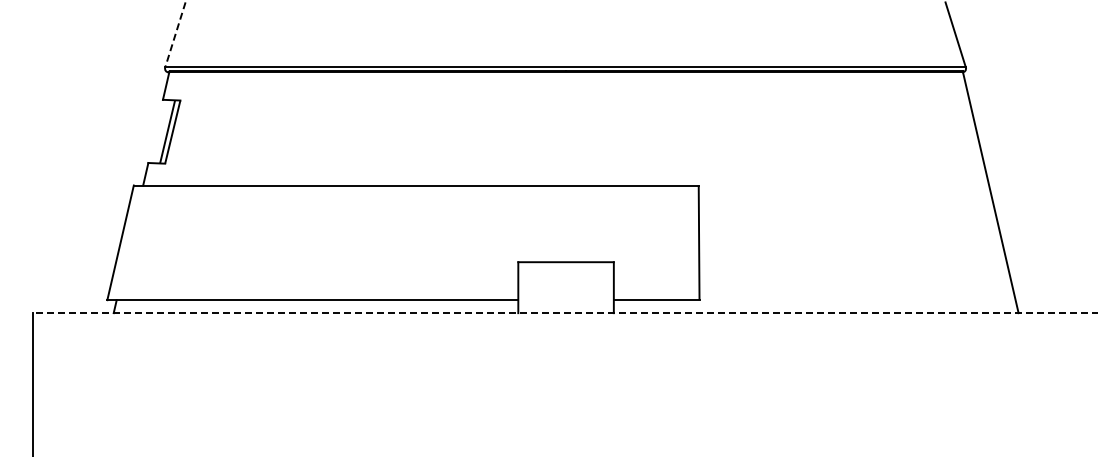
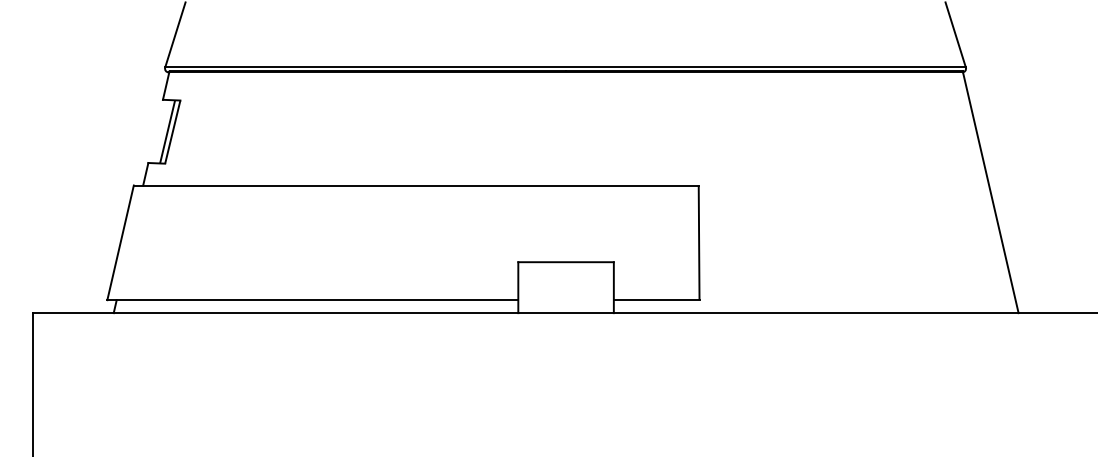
line at (175, 35): dashed -> solid
line at (564, 313): dashed -> solid
